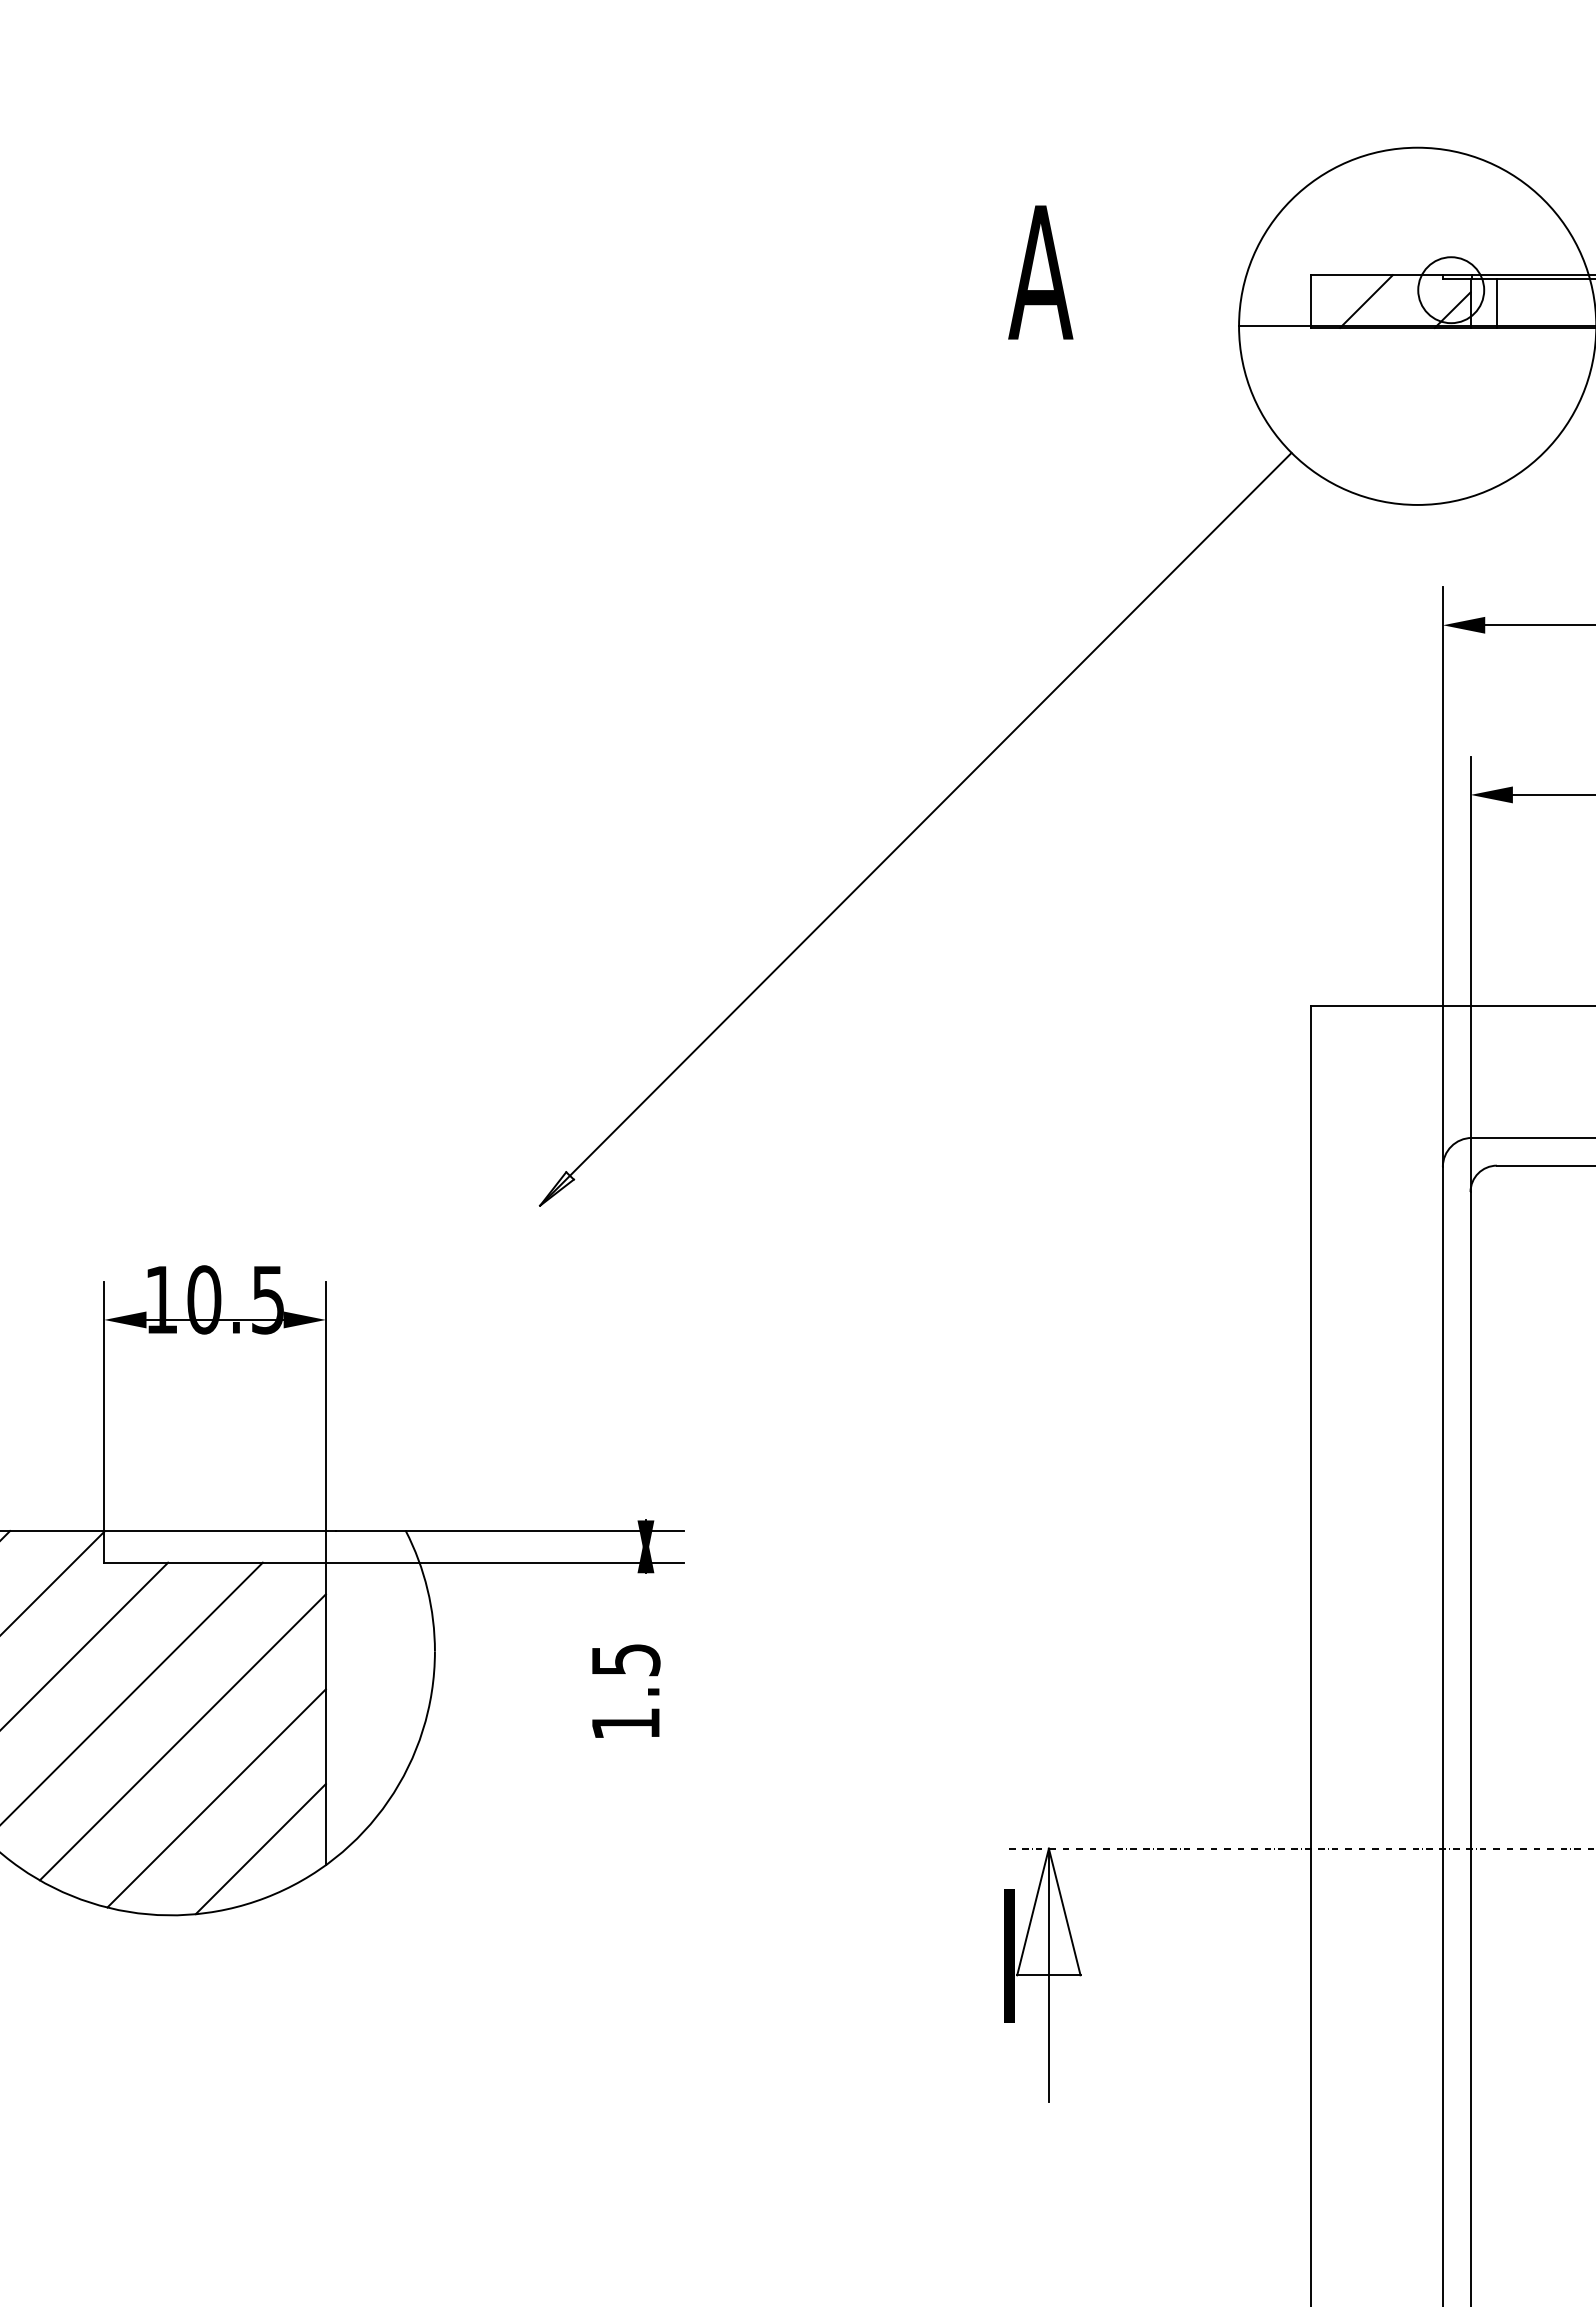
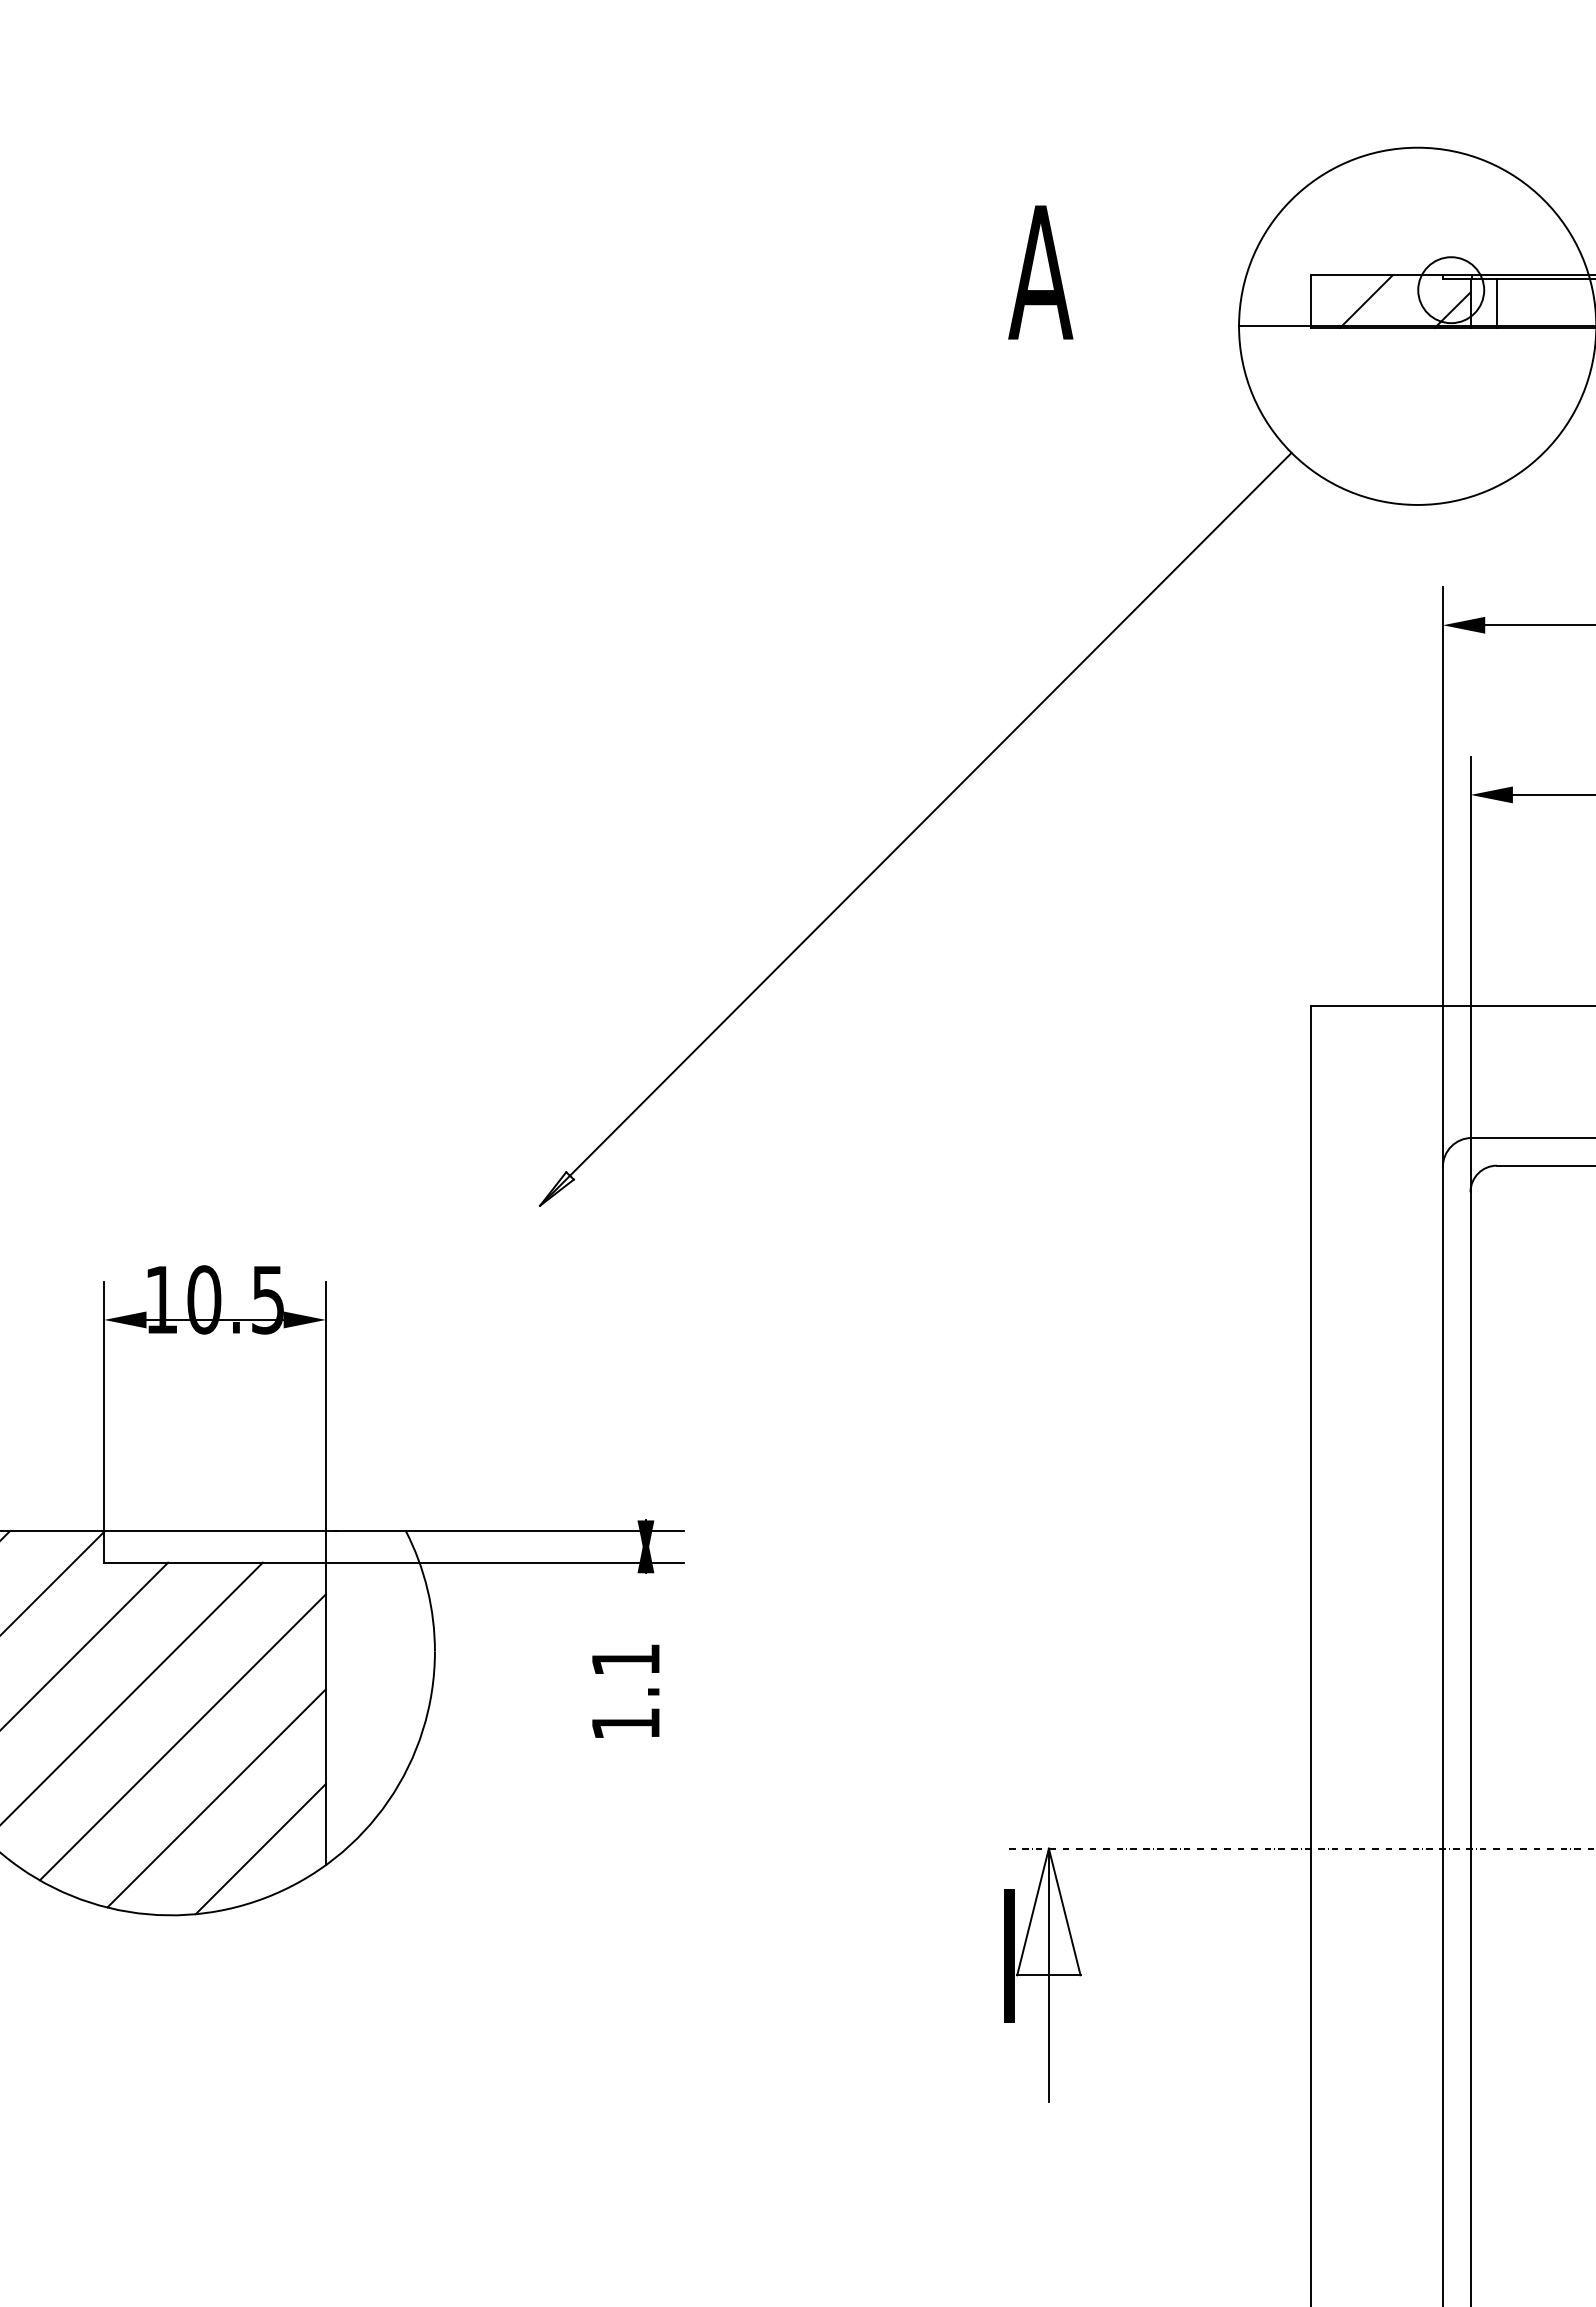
text at (626, 1660): 1.5 -> 1.1
